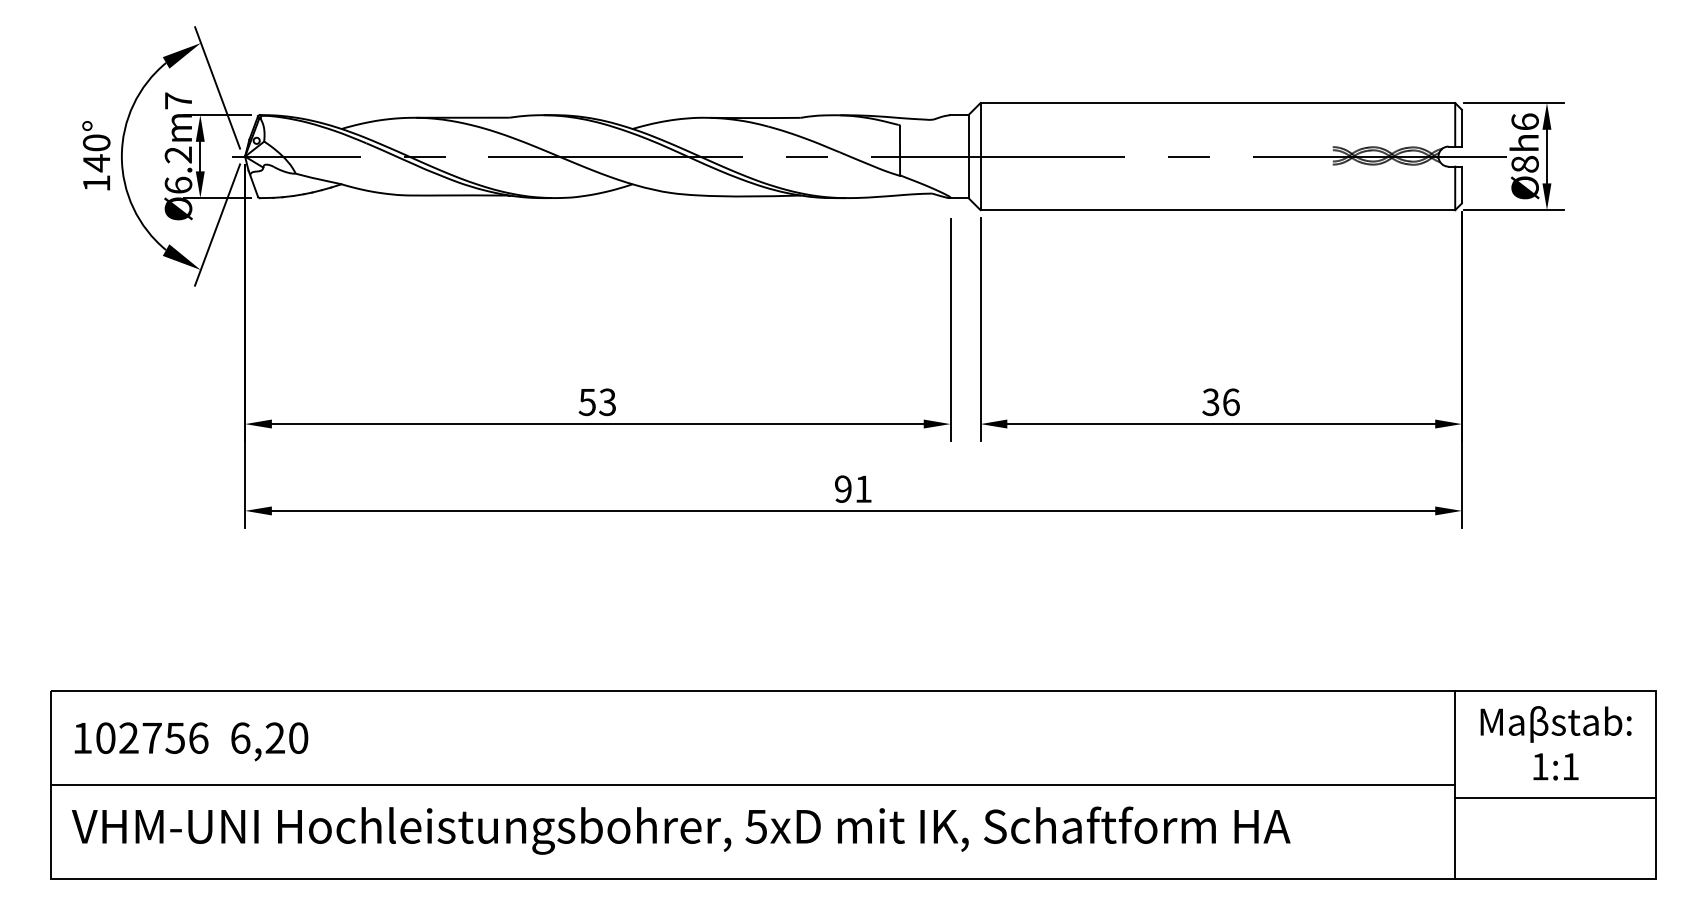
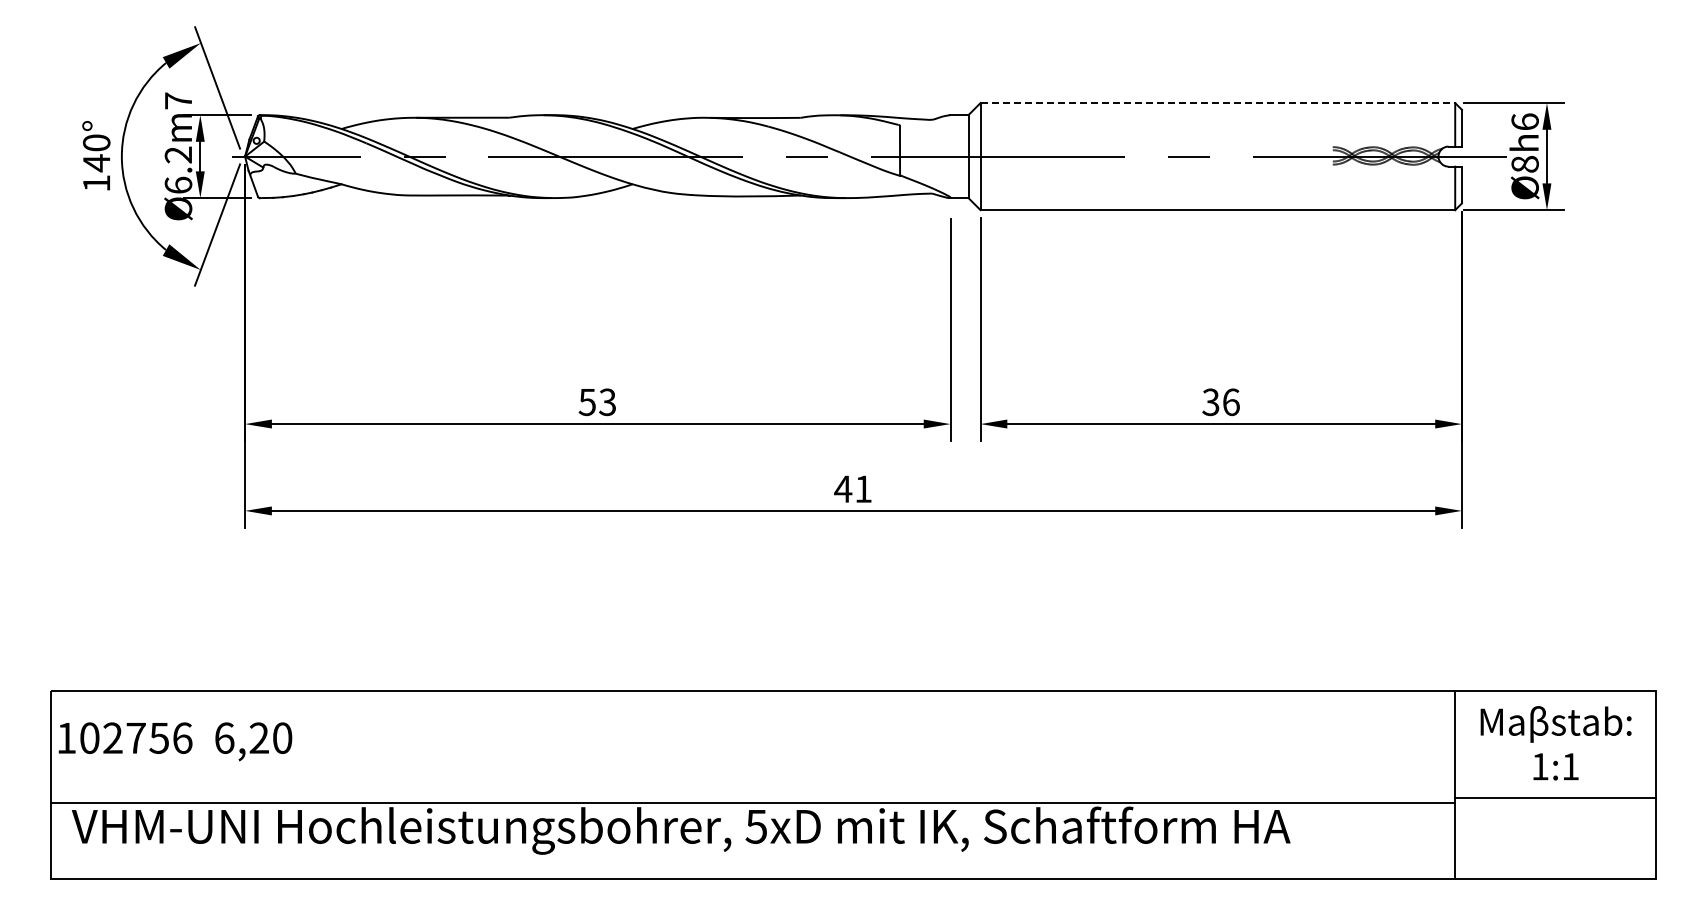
line at (1218, 103): solid -> dashed
text at (843, 488): 91 -> 41
text at (191, 741) position: (191, 741) -> (175, 741)
line at (753, 785) position: (753, 785) -> (753, 803)
